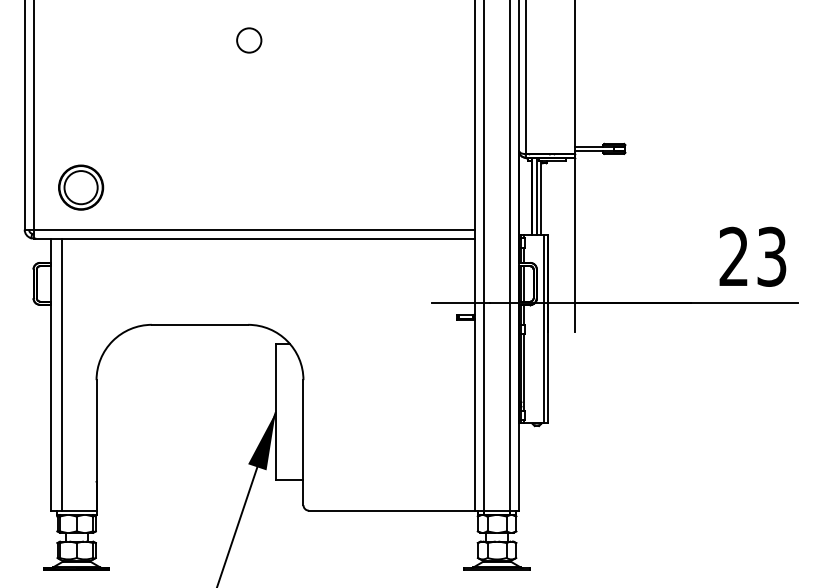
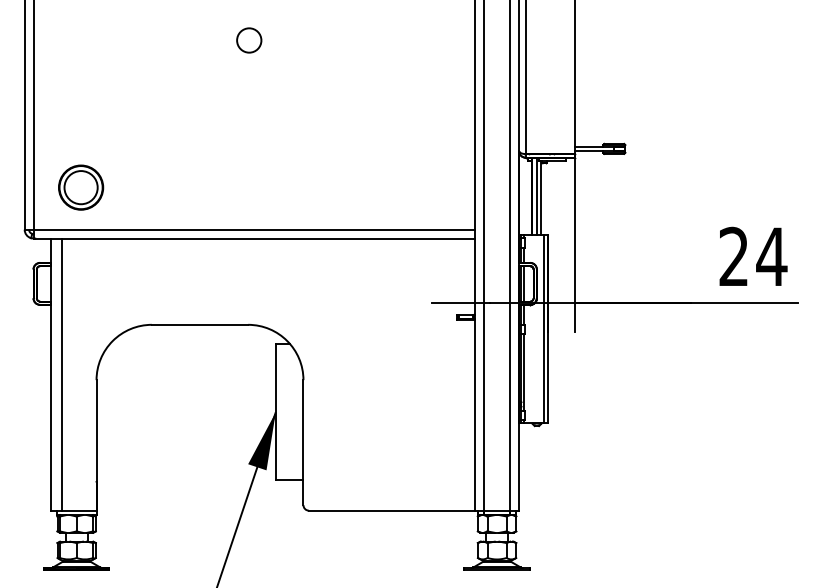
text at (771, 256): 23 -> 24
